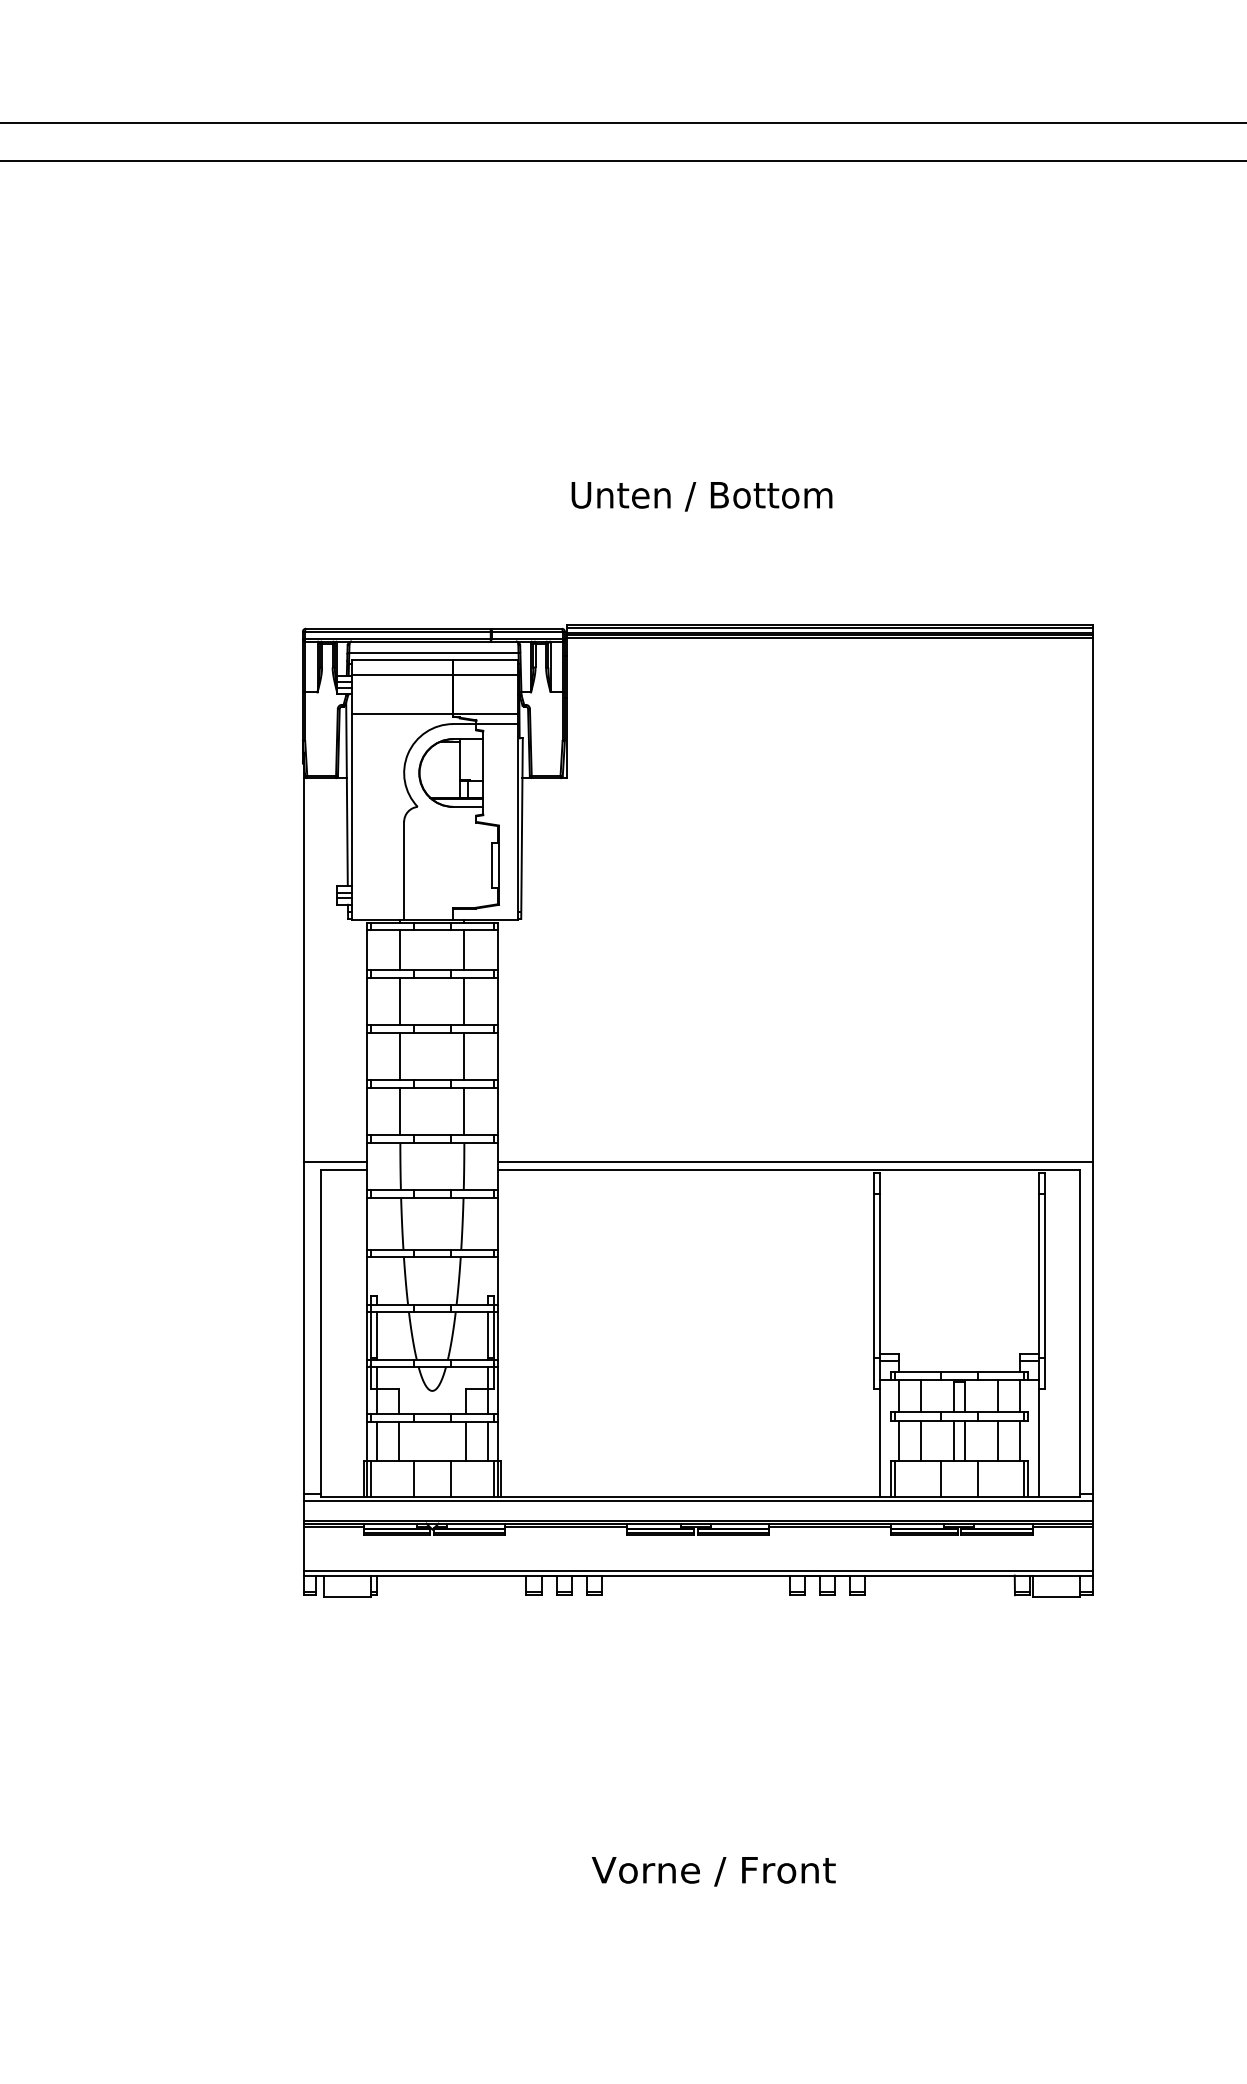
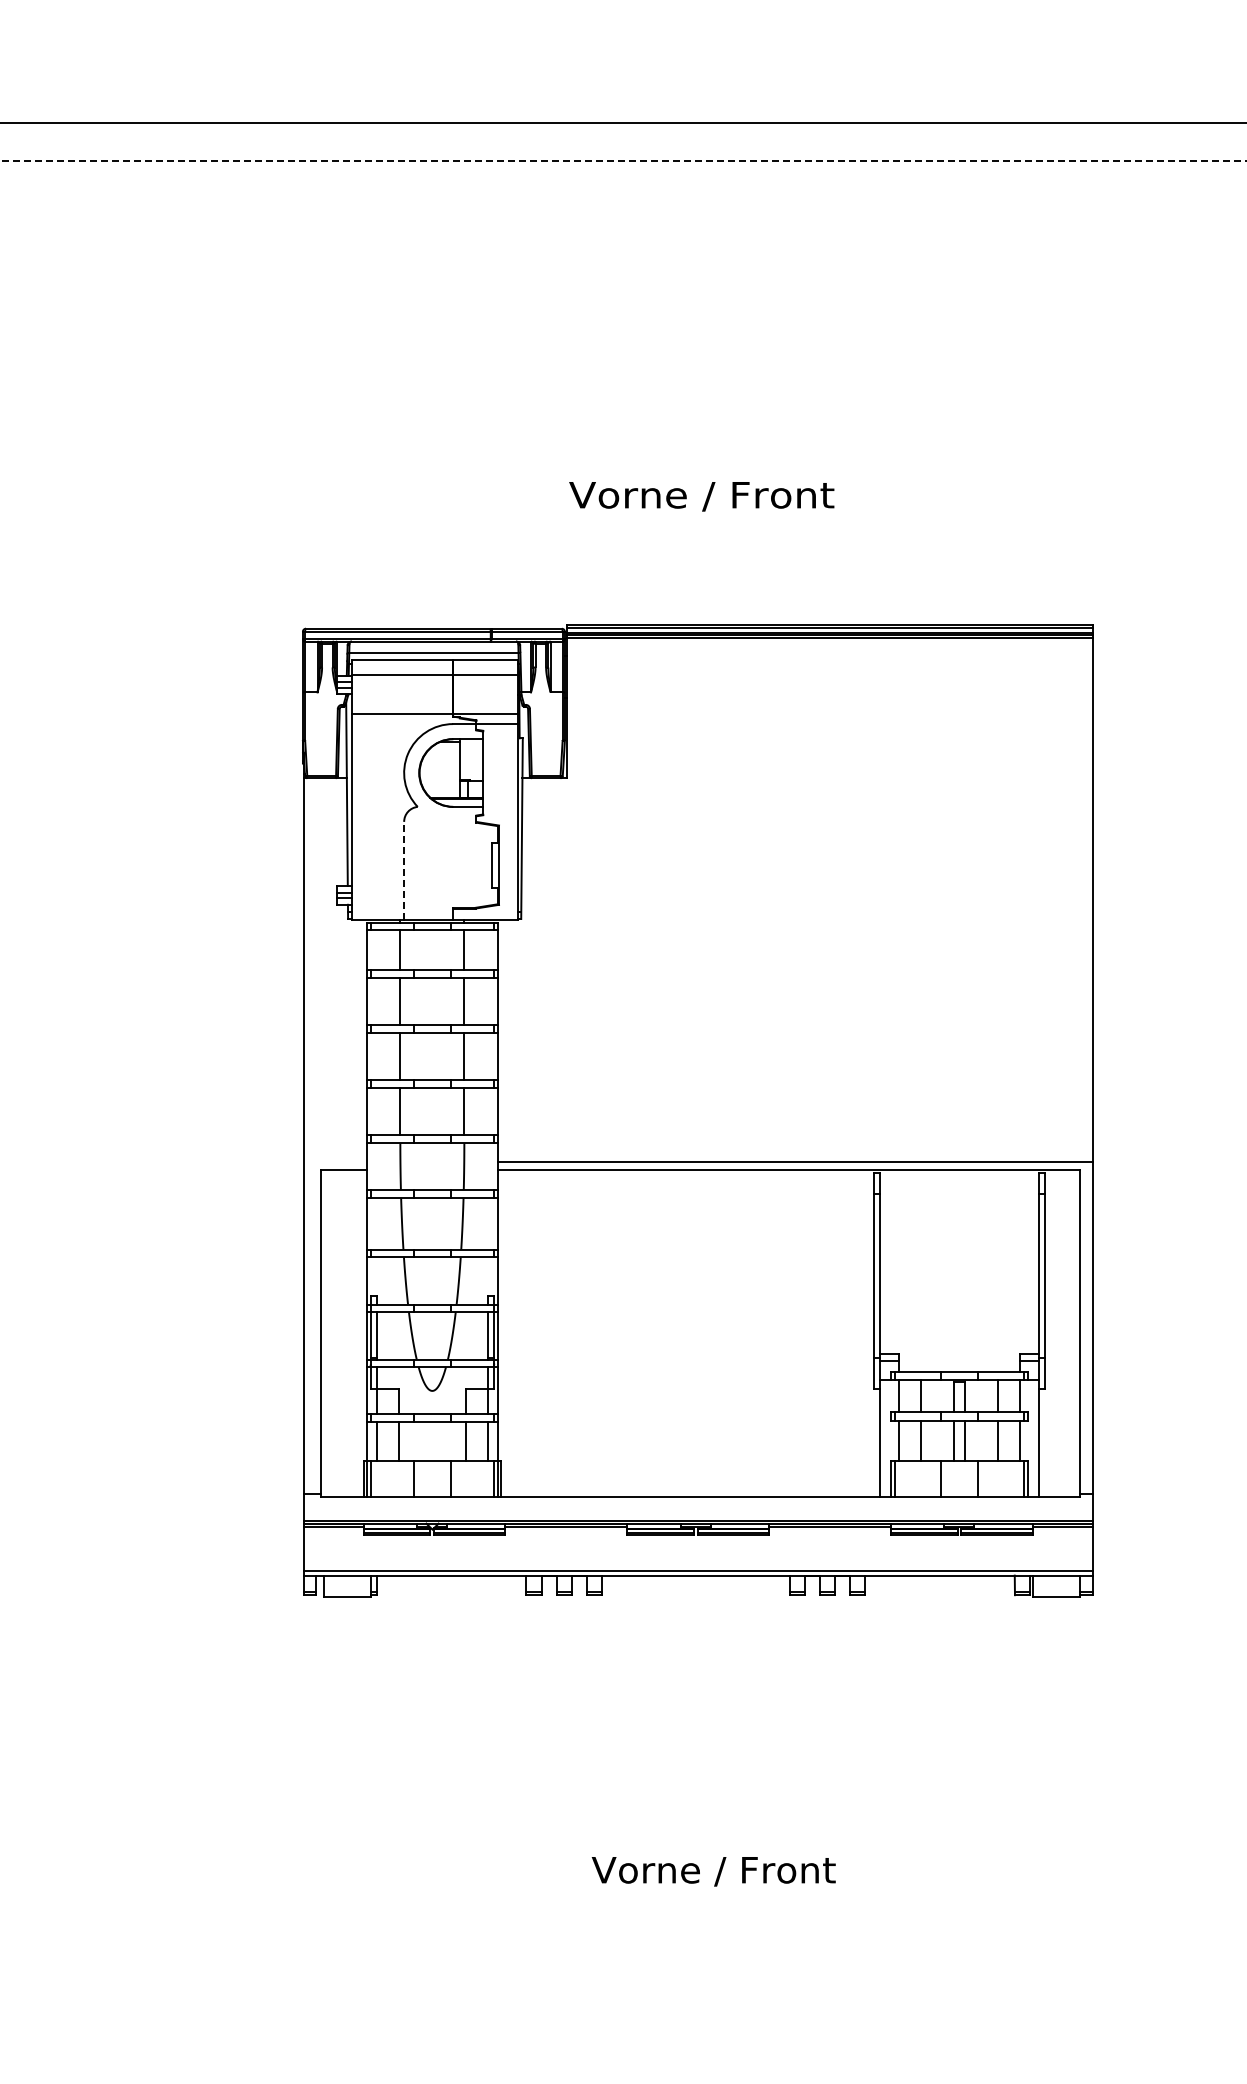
line at (623, 160): solid -> dashed
text at (701, 496): Unten / Bottom -> Vorne / Front
line at (404, 870): solid -> dashed
line at (334, 1161): present -> none
line at (697, 1501): present -> none
